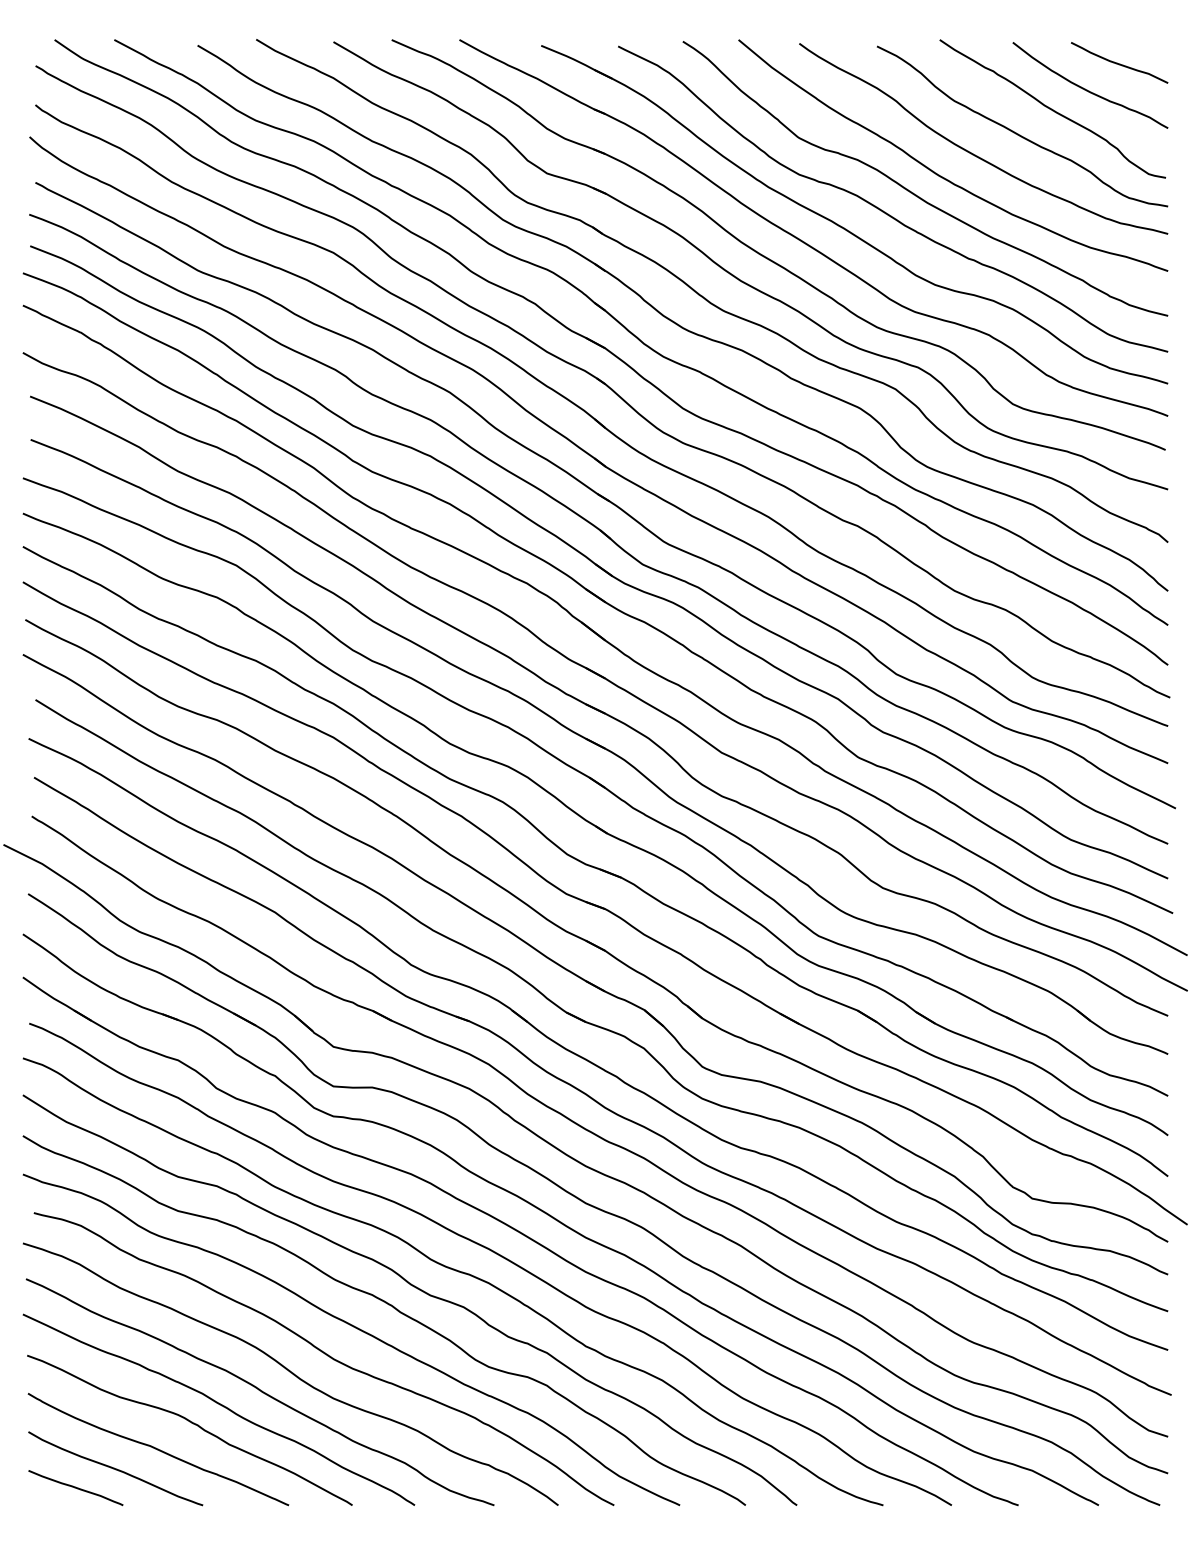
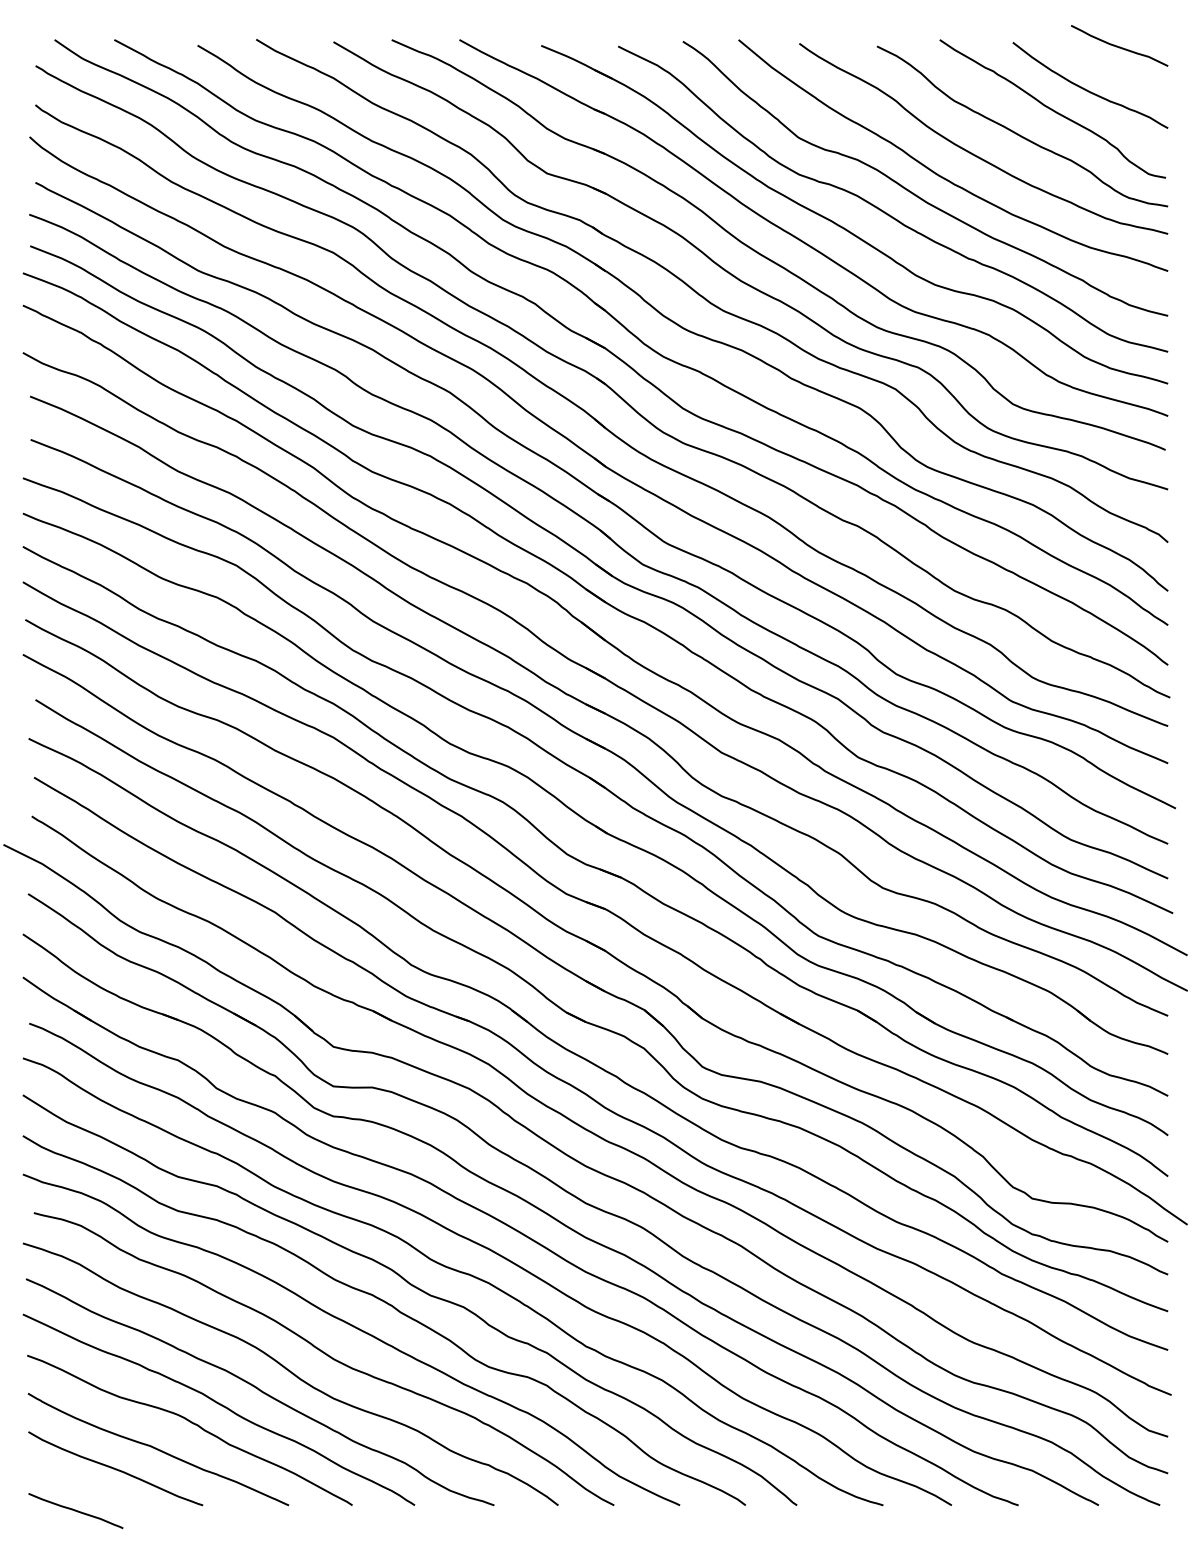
curve at (1119, 63) position: (1119, 63) -> (1119, 46)
curve at (75, 1488) position: (75, 1488) -> (75, 1511)
